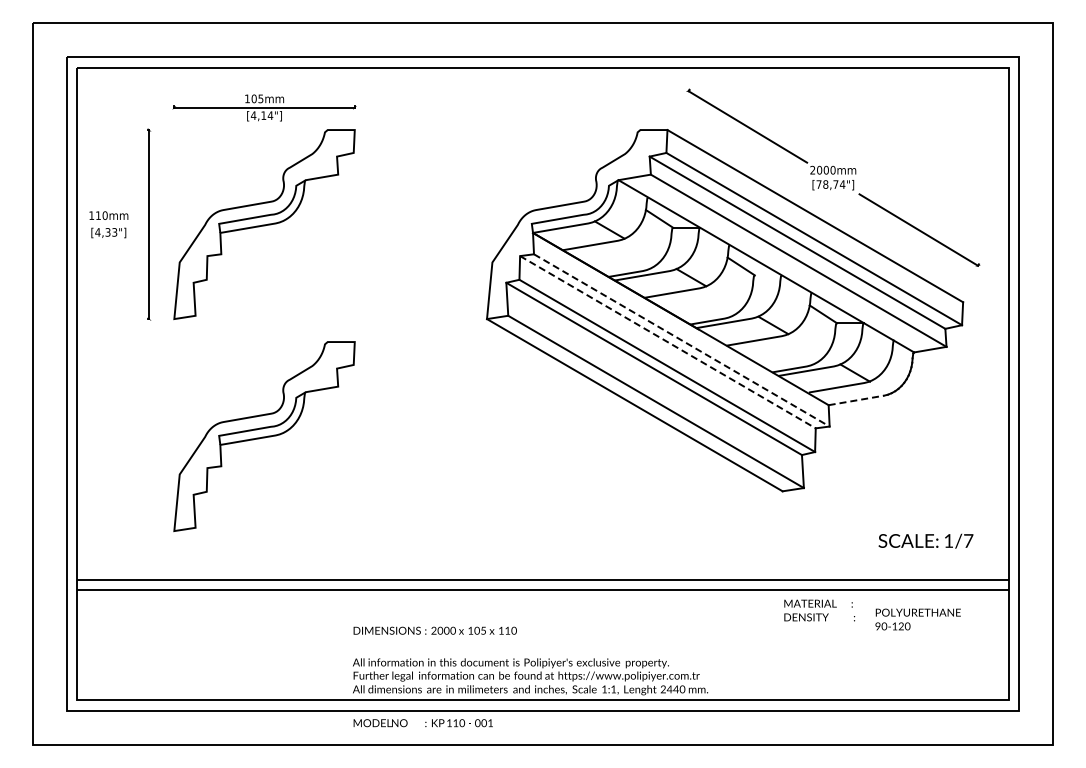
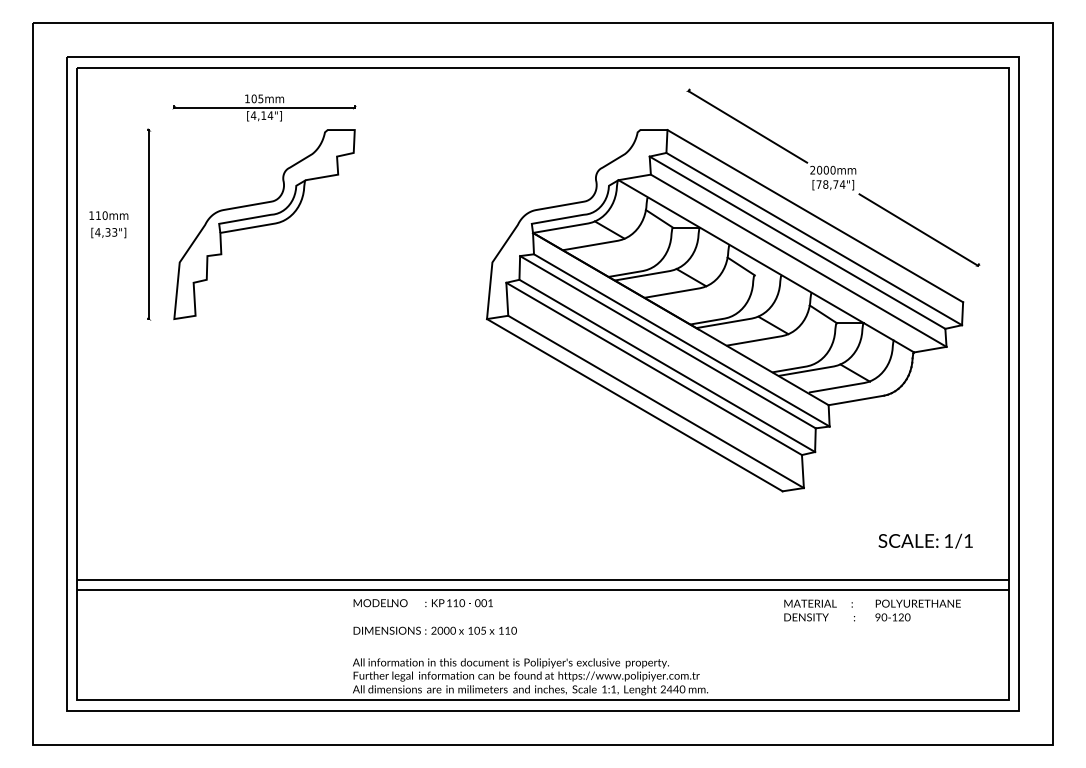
line at (682, 340): dashed -> solid
line at (668, 342): dashed -> solid
line at (856, 400): dashed -> solid
part at (264, 436): present -> none
text at (968, 540): 1/7 -> 1/1
text at (917, 619) position: (917, 619) -> (917, 610)
text at (422, 723) position: (422, 723) -> (422, 603)
